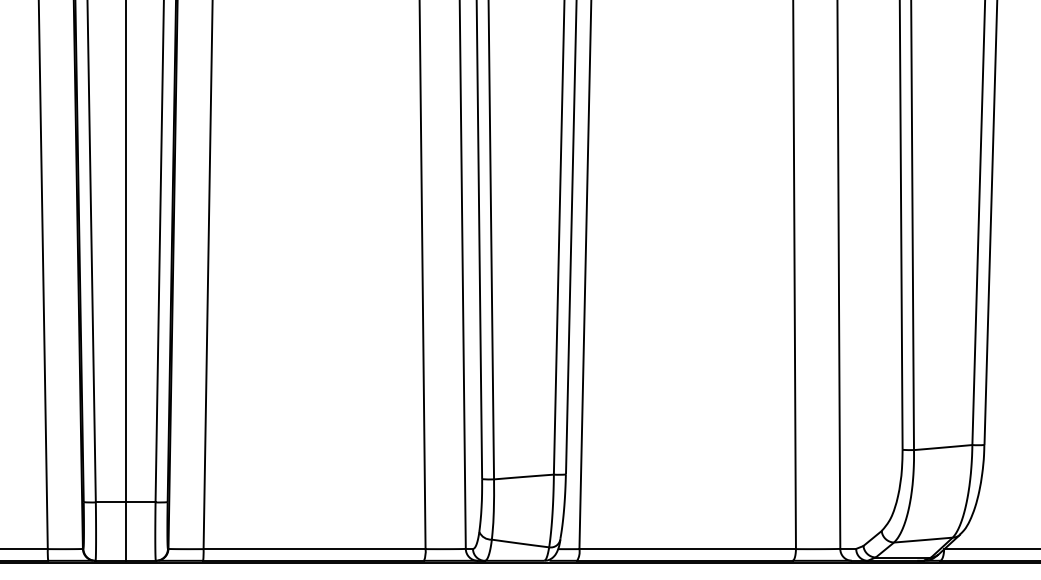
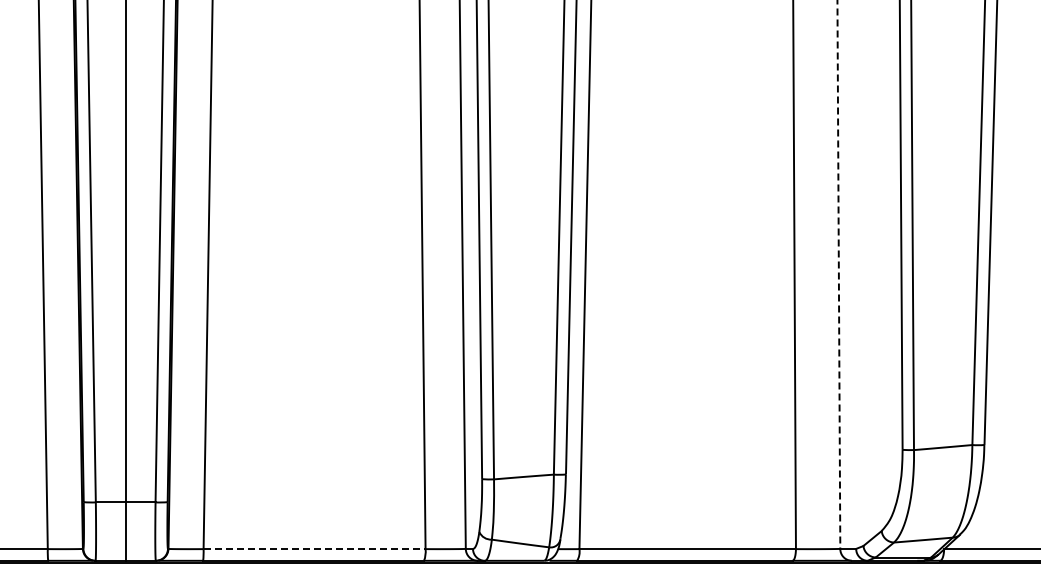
line at (838, 273): solid -> dashed
line at (314, 549): solid -> dashed
